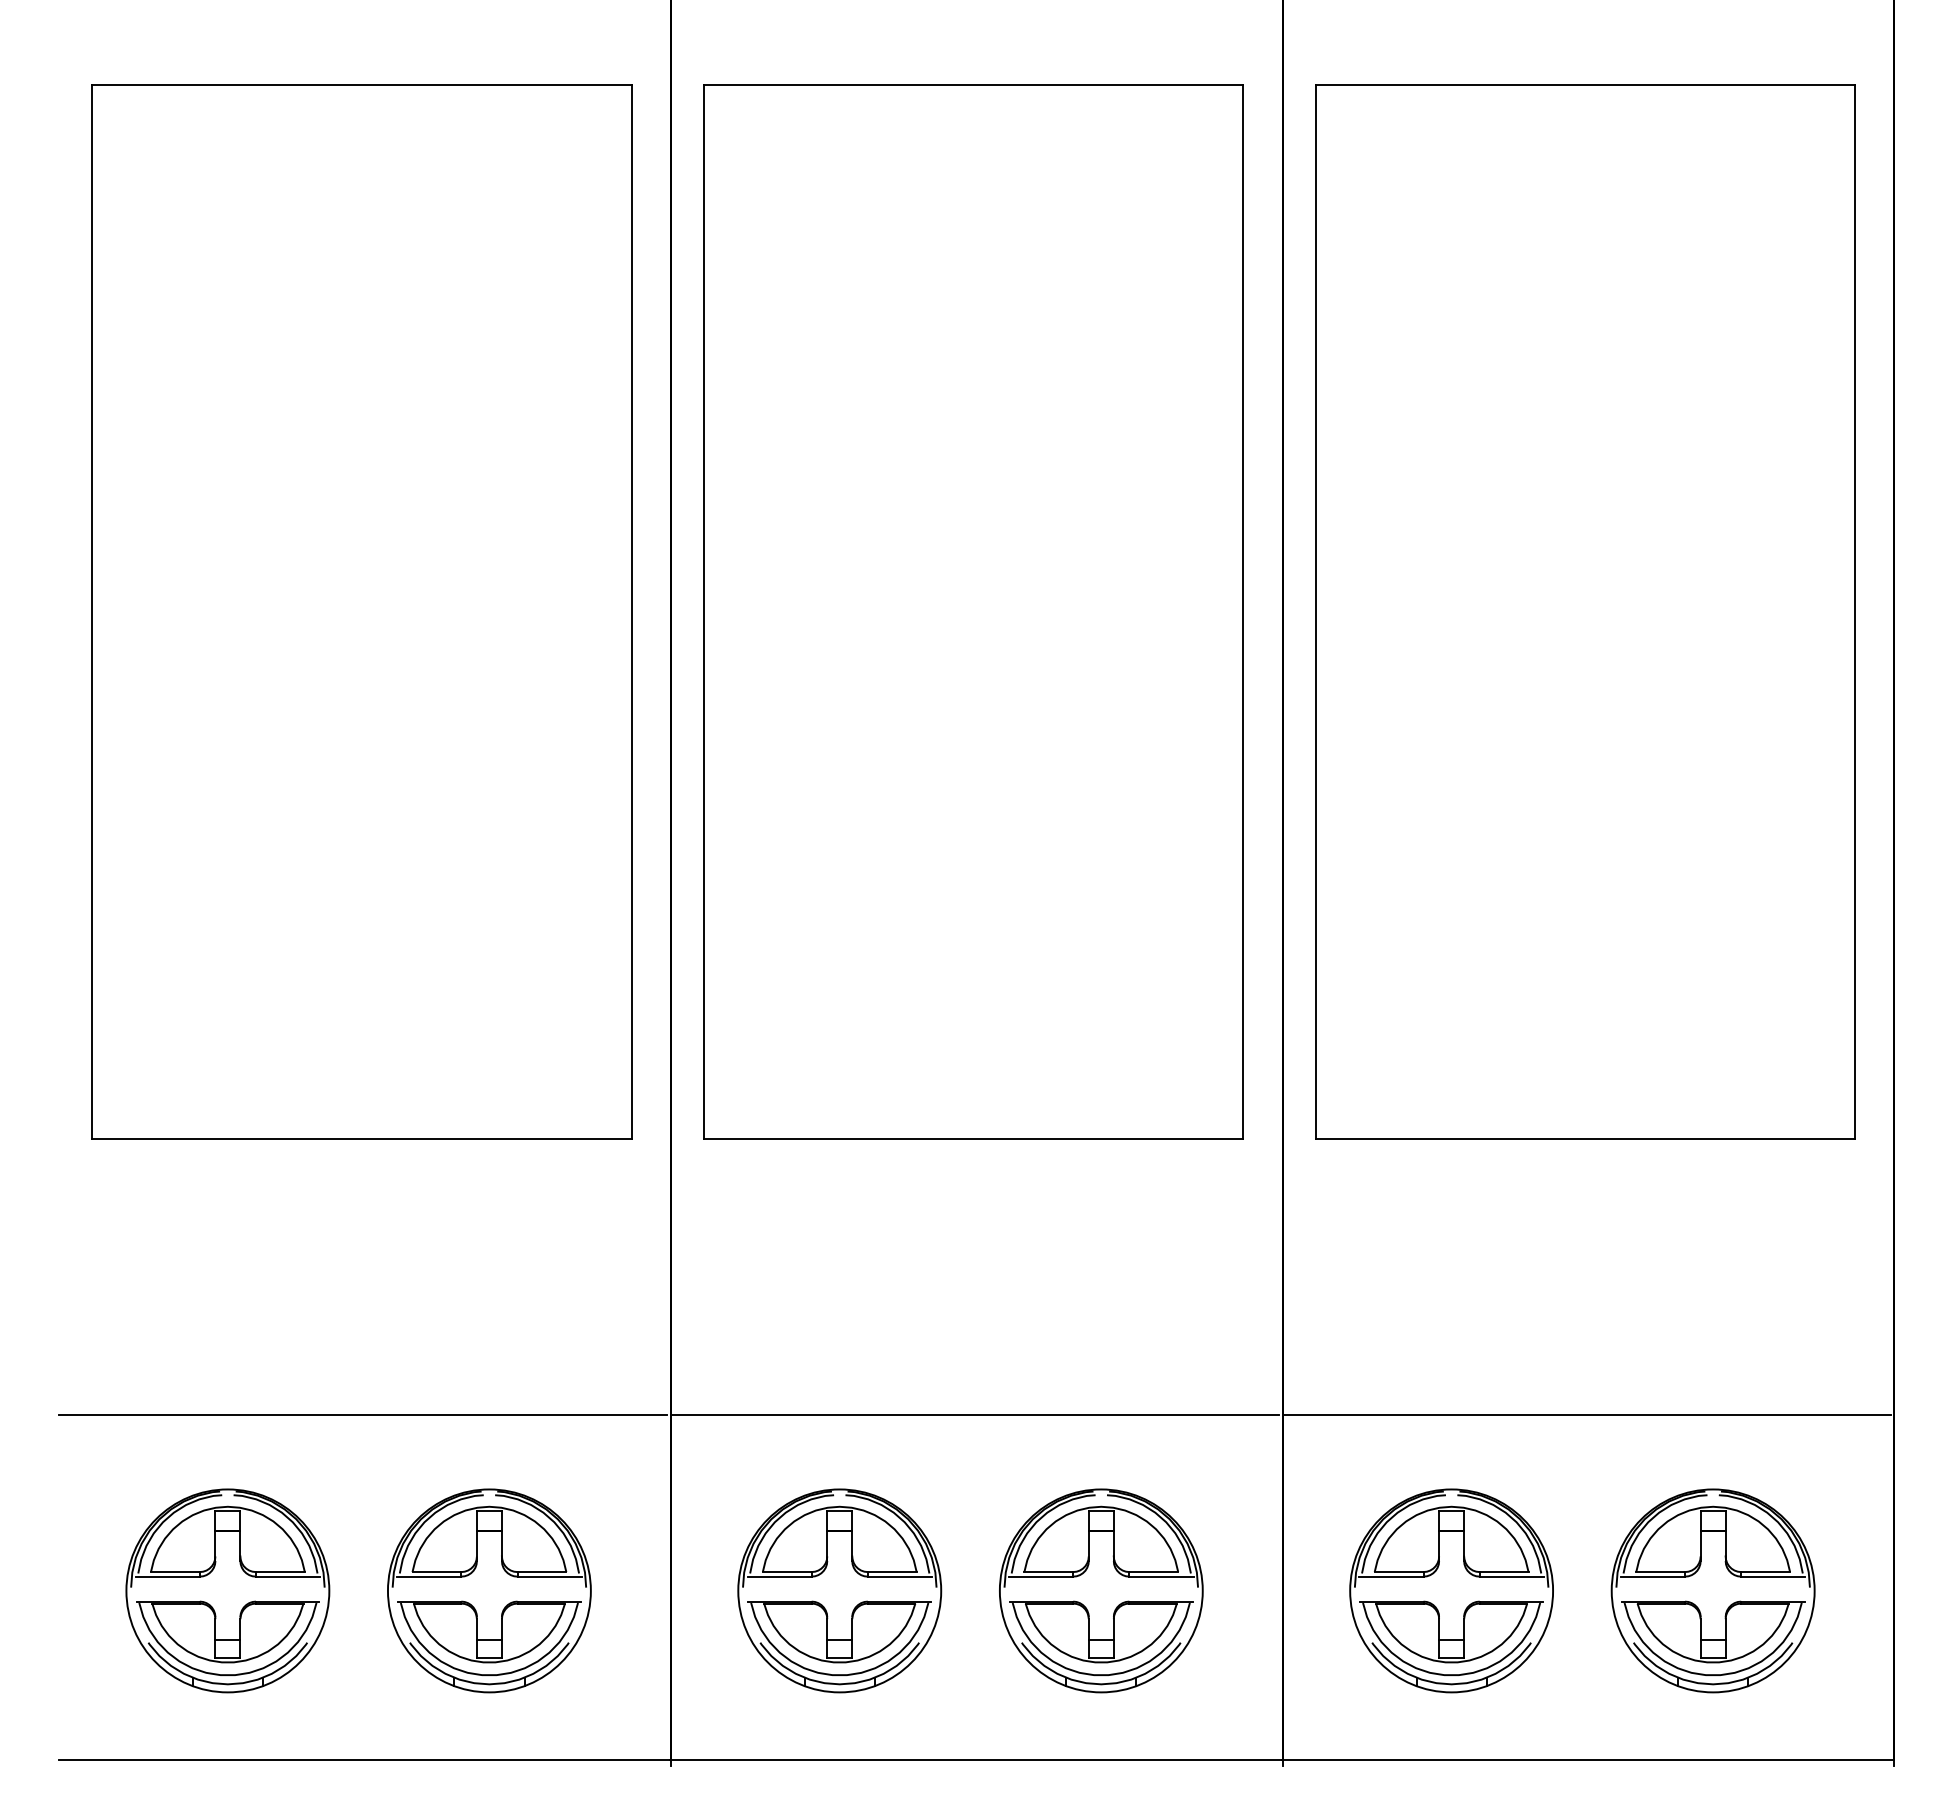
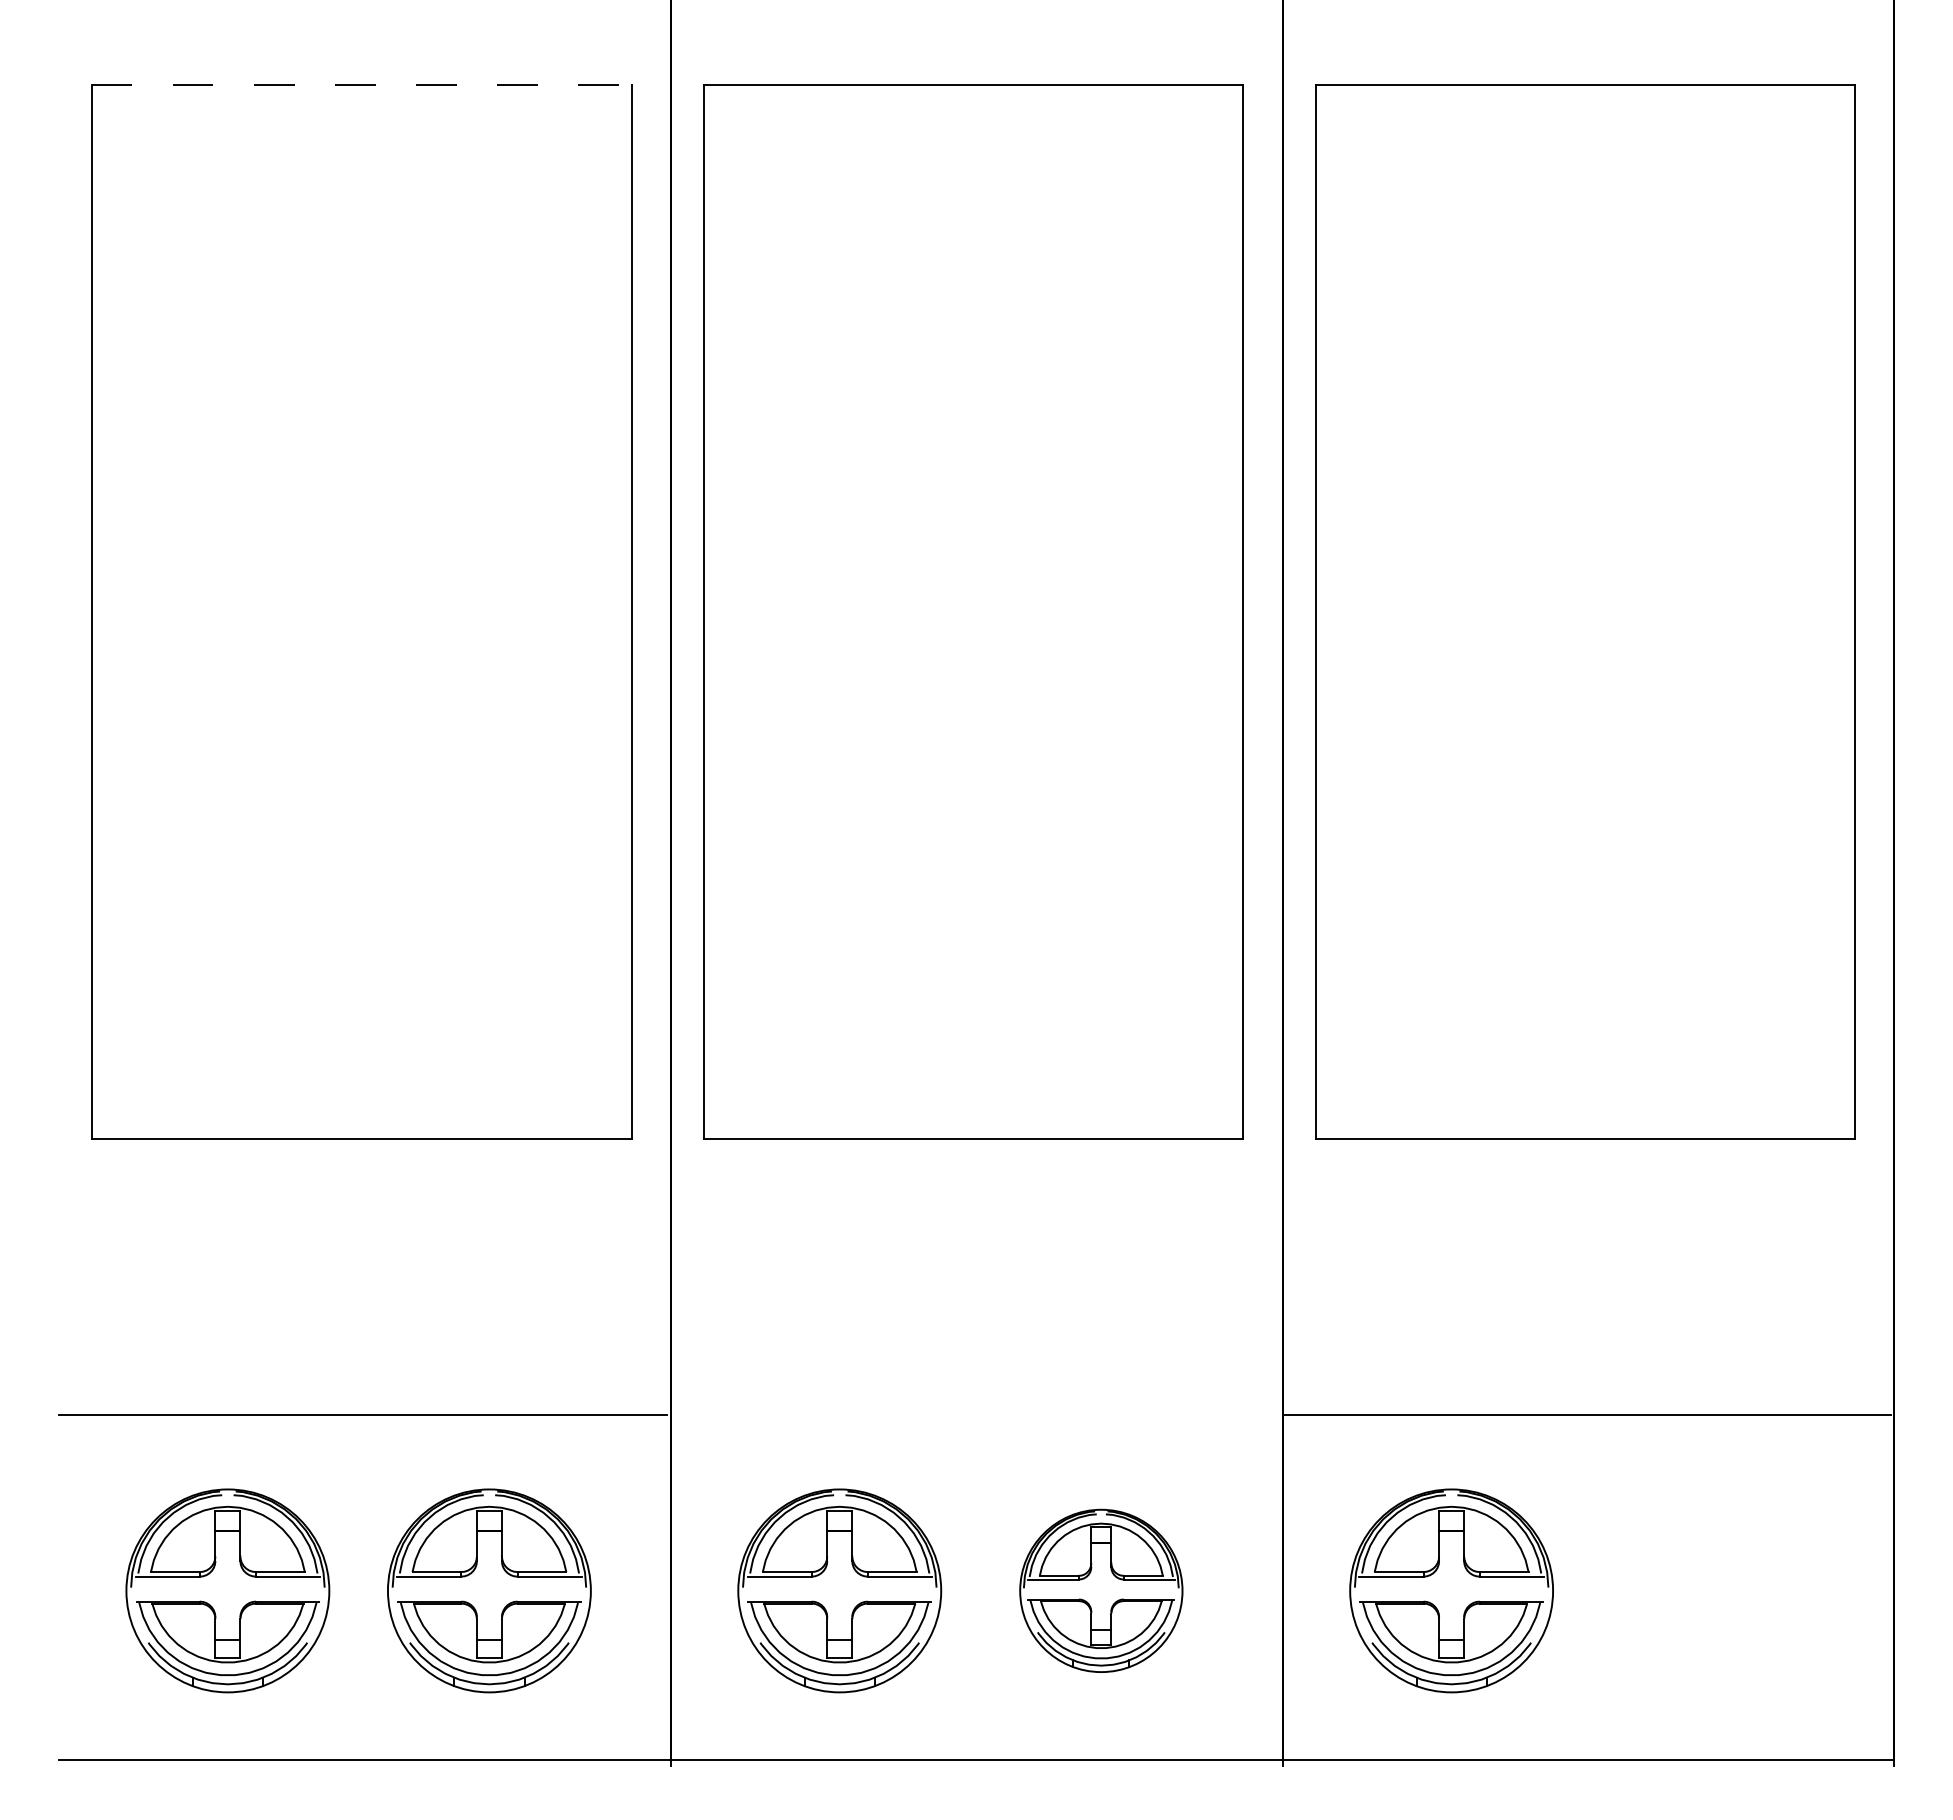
line at (361, 84): solid -> dashed
line at (974, 1415): present -> none
part at (1101, 1590) size: 205x206 px -> 165x165 px
part at (1712, 1590): present -> none
